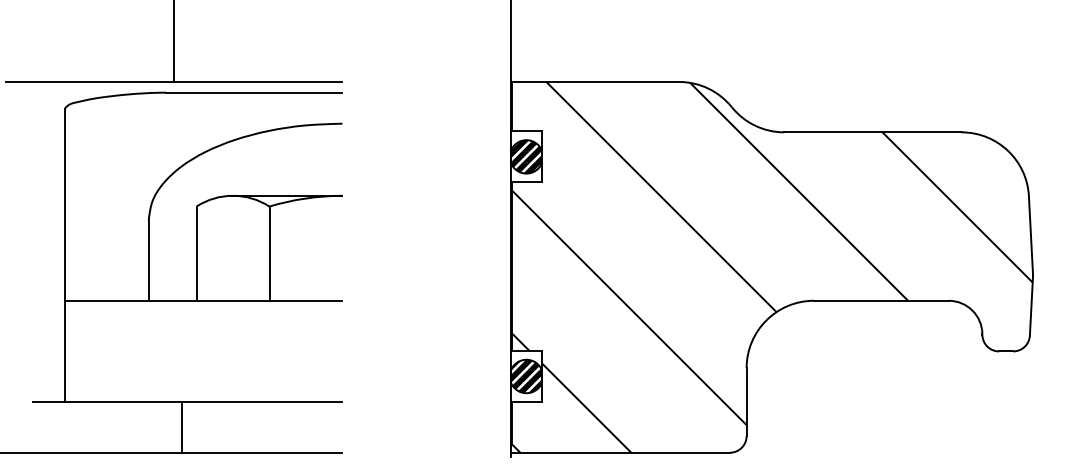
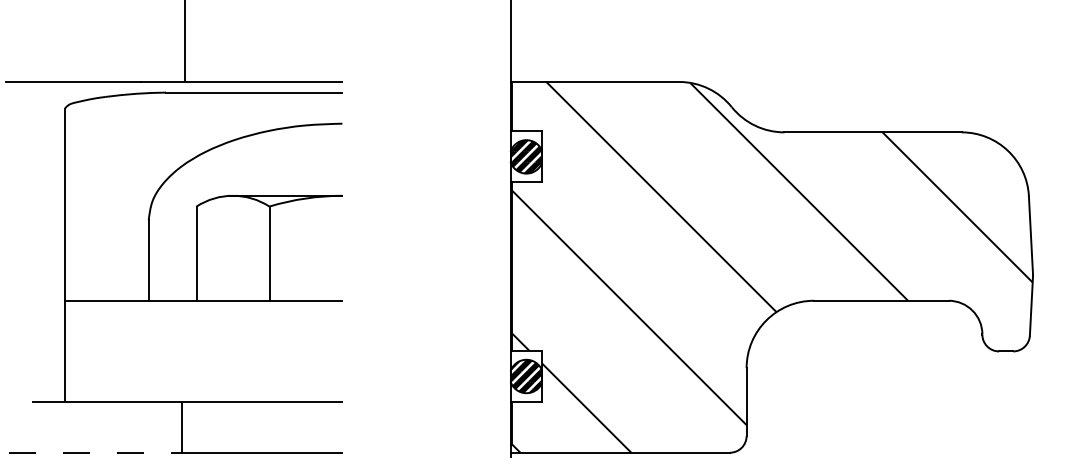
line at (174, 41) position: (174, 41) -> (185, 41)
line at (91, 452): solid -> dashed
